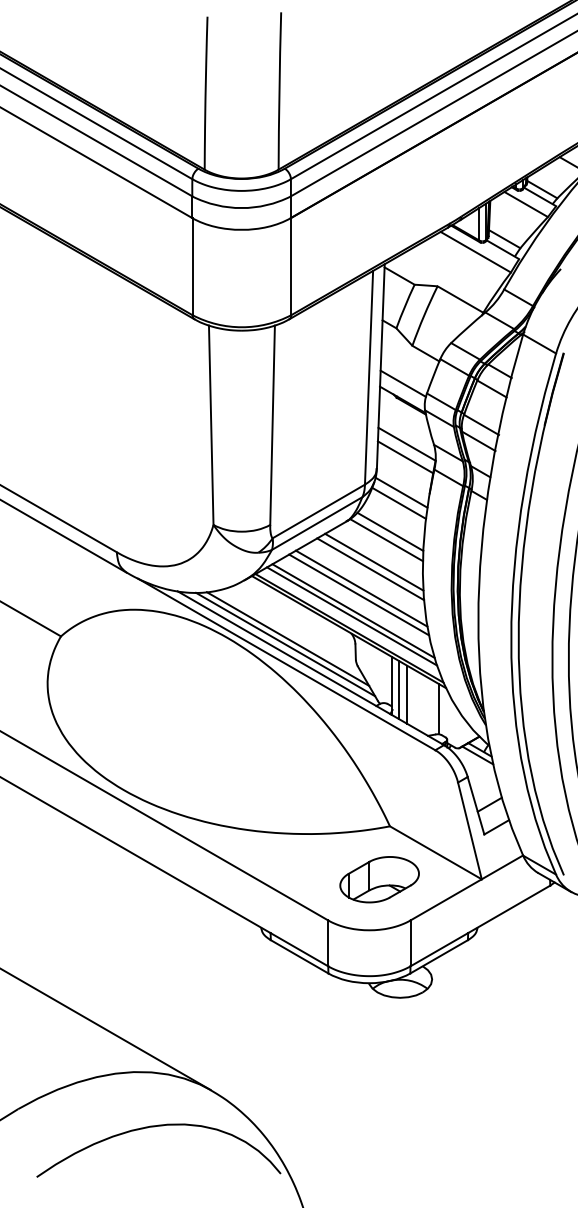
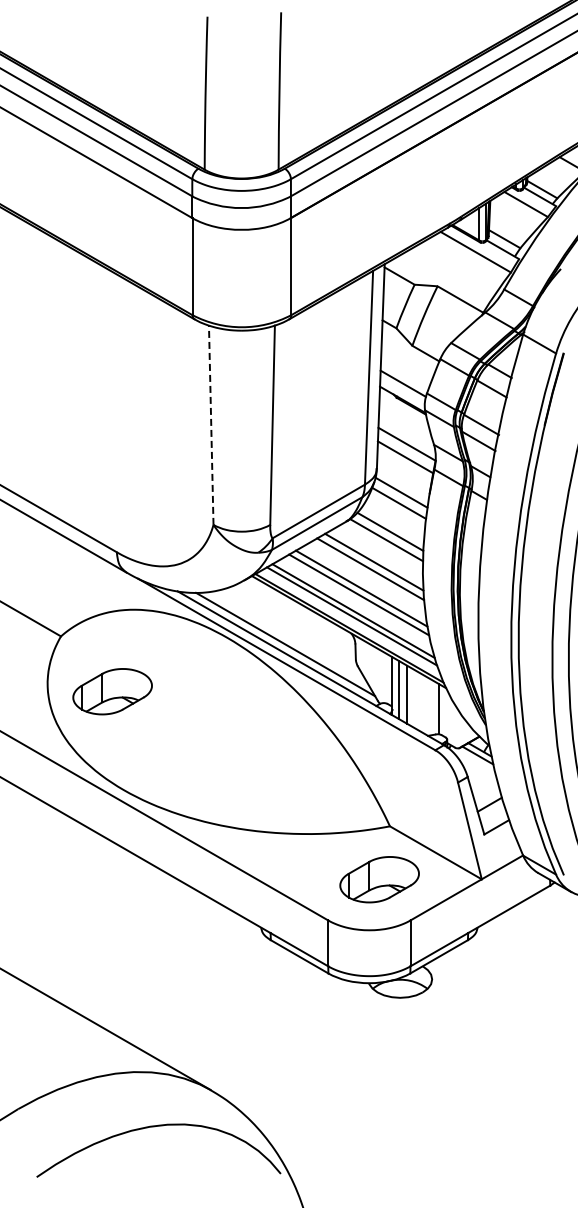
line at (211, 425): solid -> dashed
line at (287, 638): present -> none
part at (112, 691): none -> present
